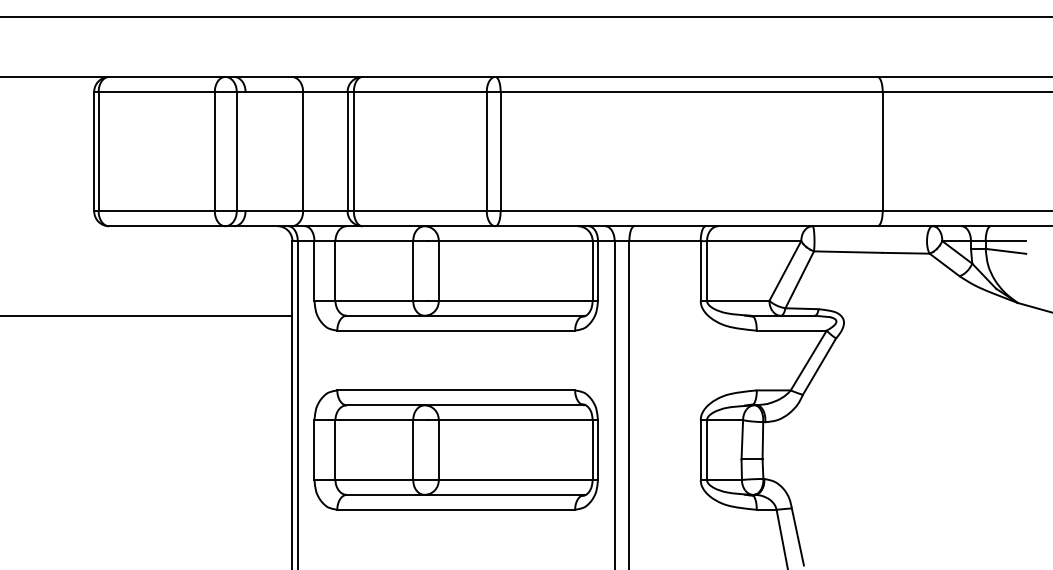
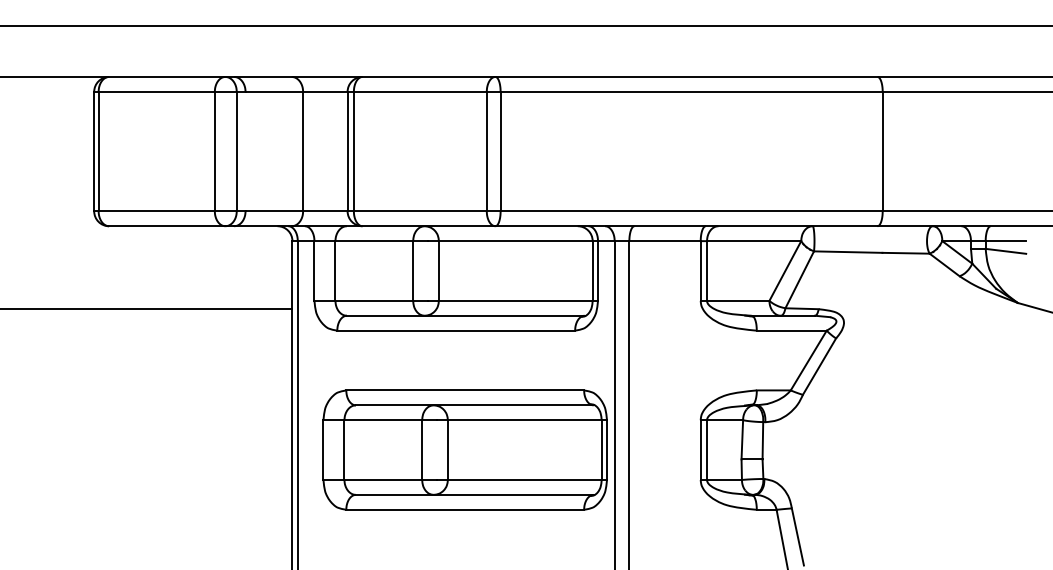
line at (525, 17) position: (525, 17) -> (525, 26)
line at (147, 315) position: (147, 315) -> (147, 308)
part at (455, 449) position: (455, 449) -> (464, 449)
